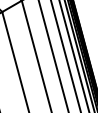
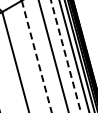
line at (36, 56): solid -> dashed
line at (65, 56): solid -> dashed
